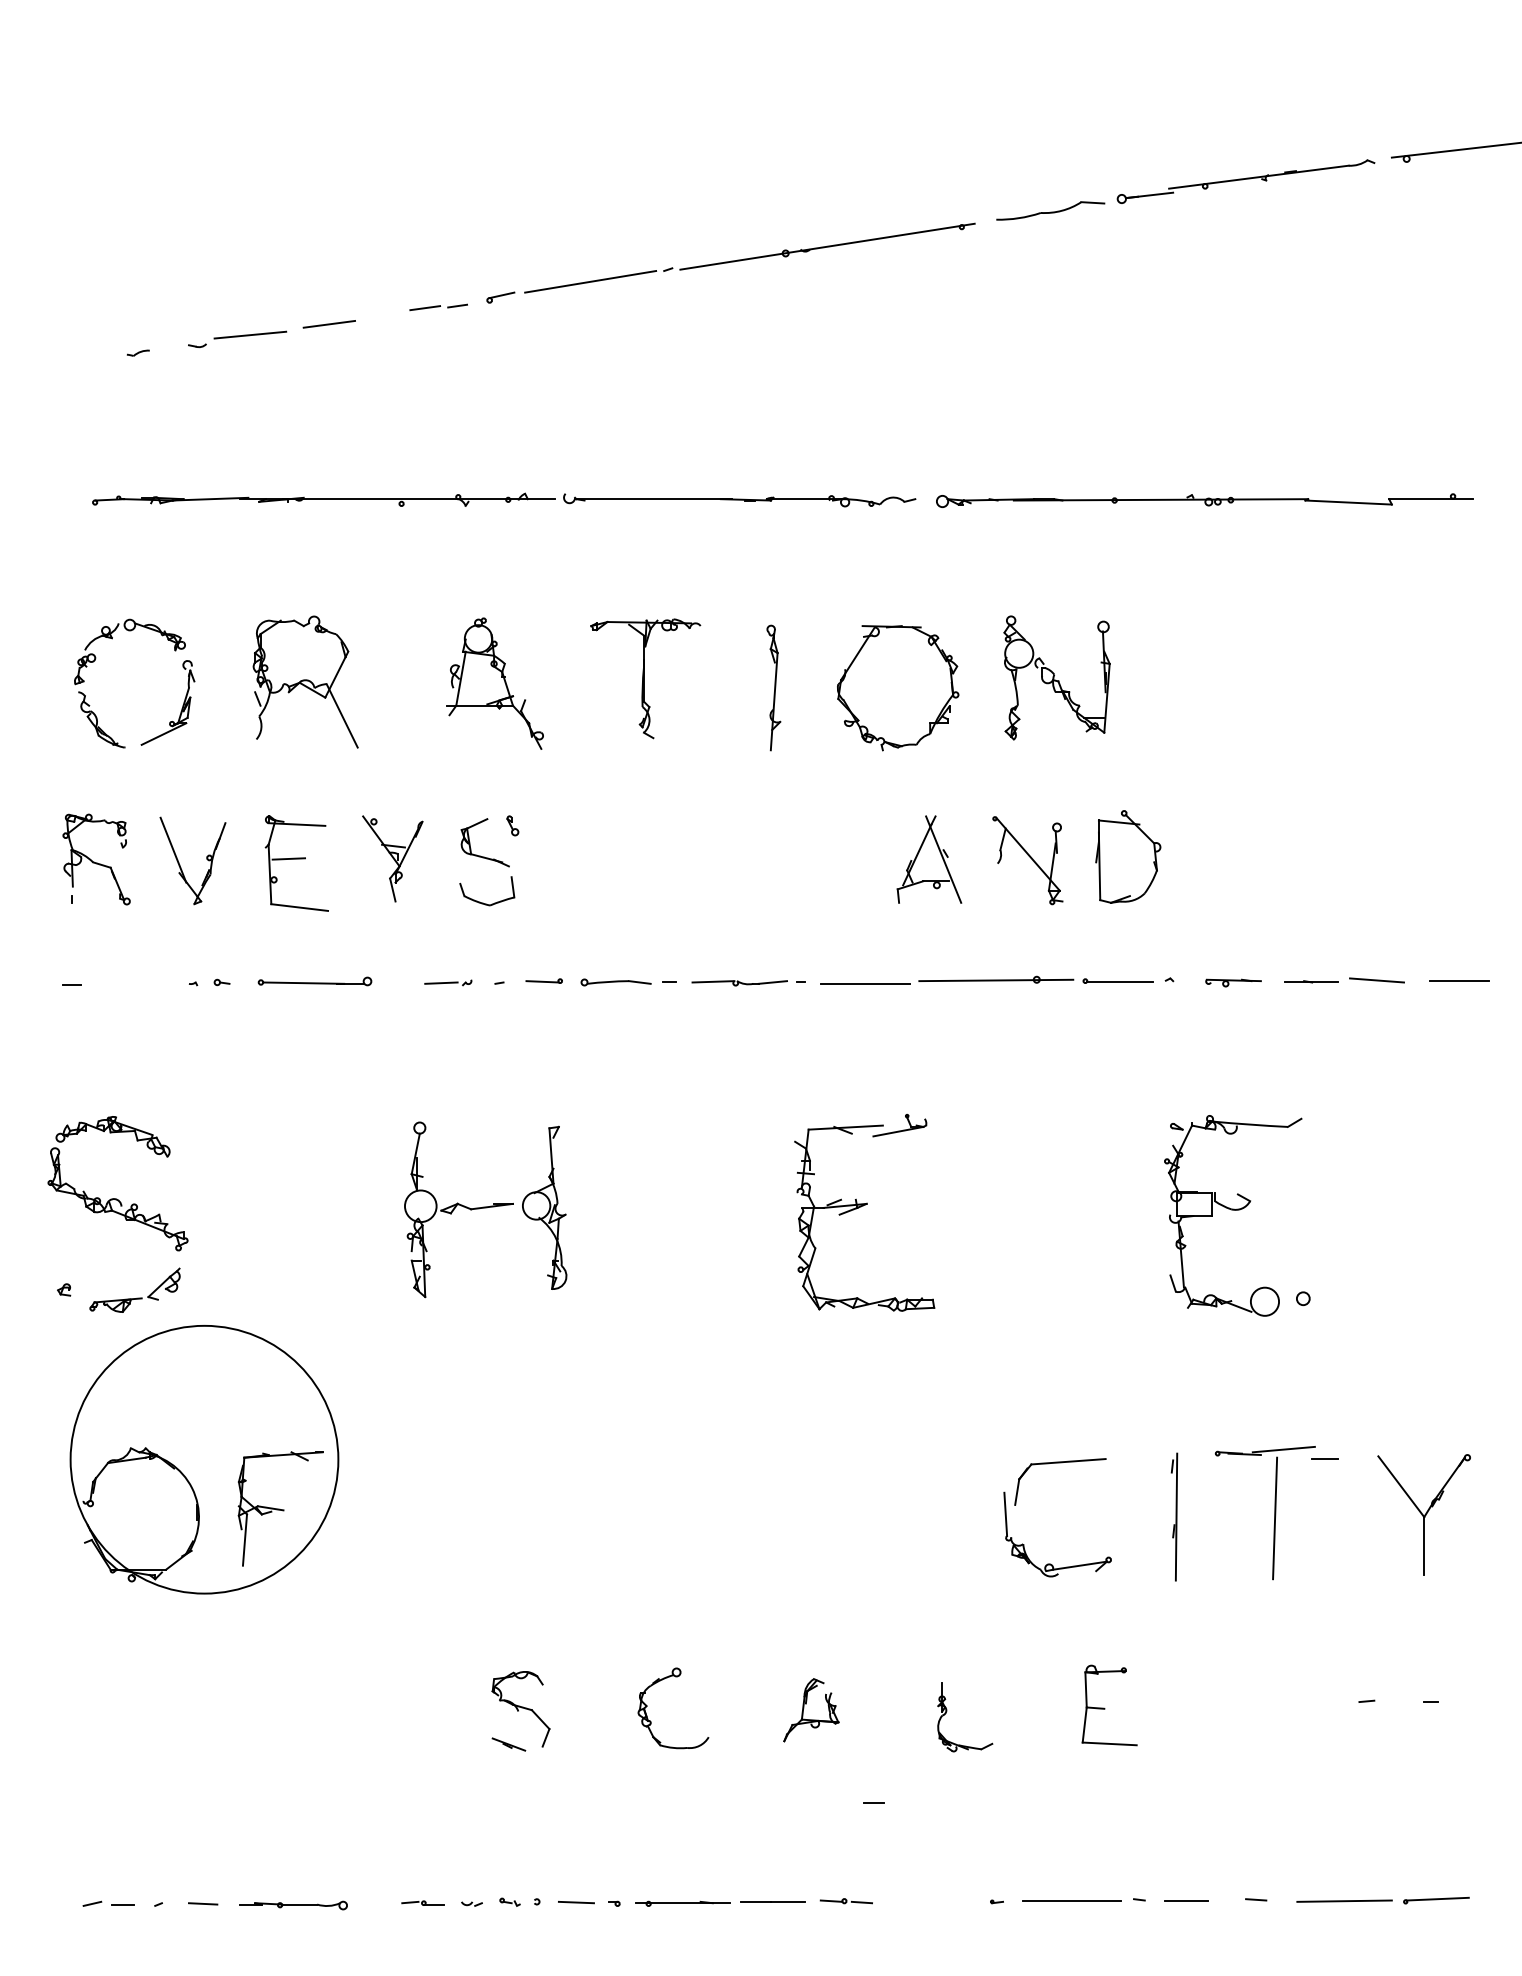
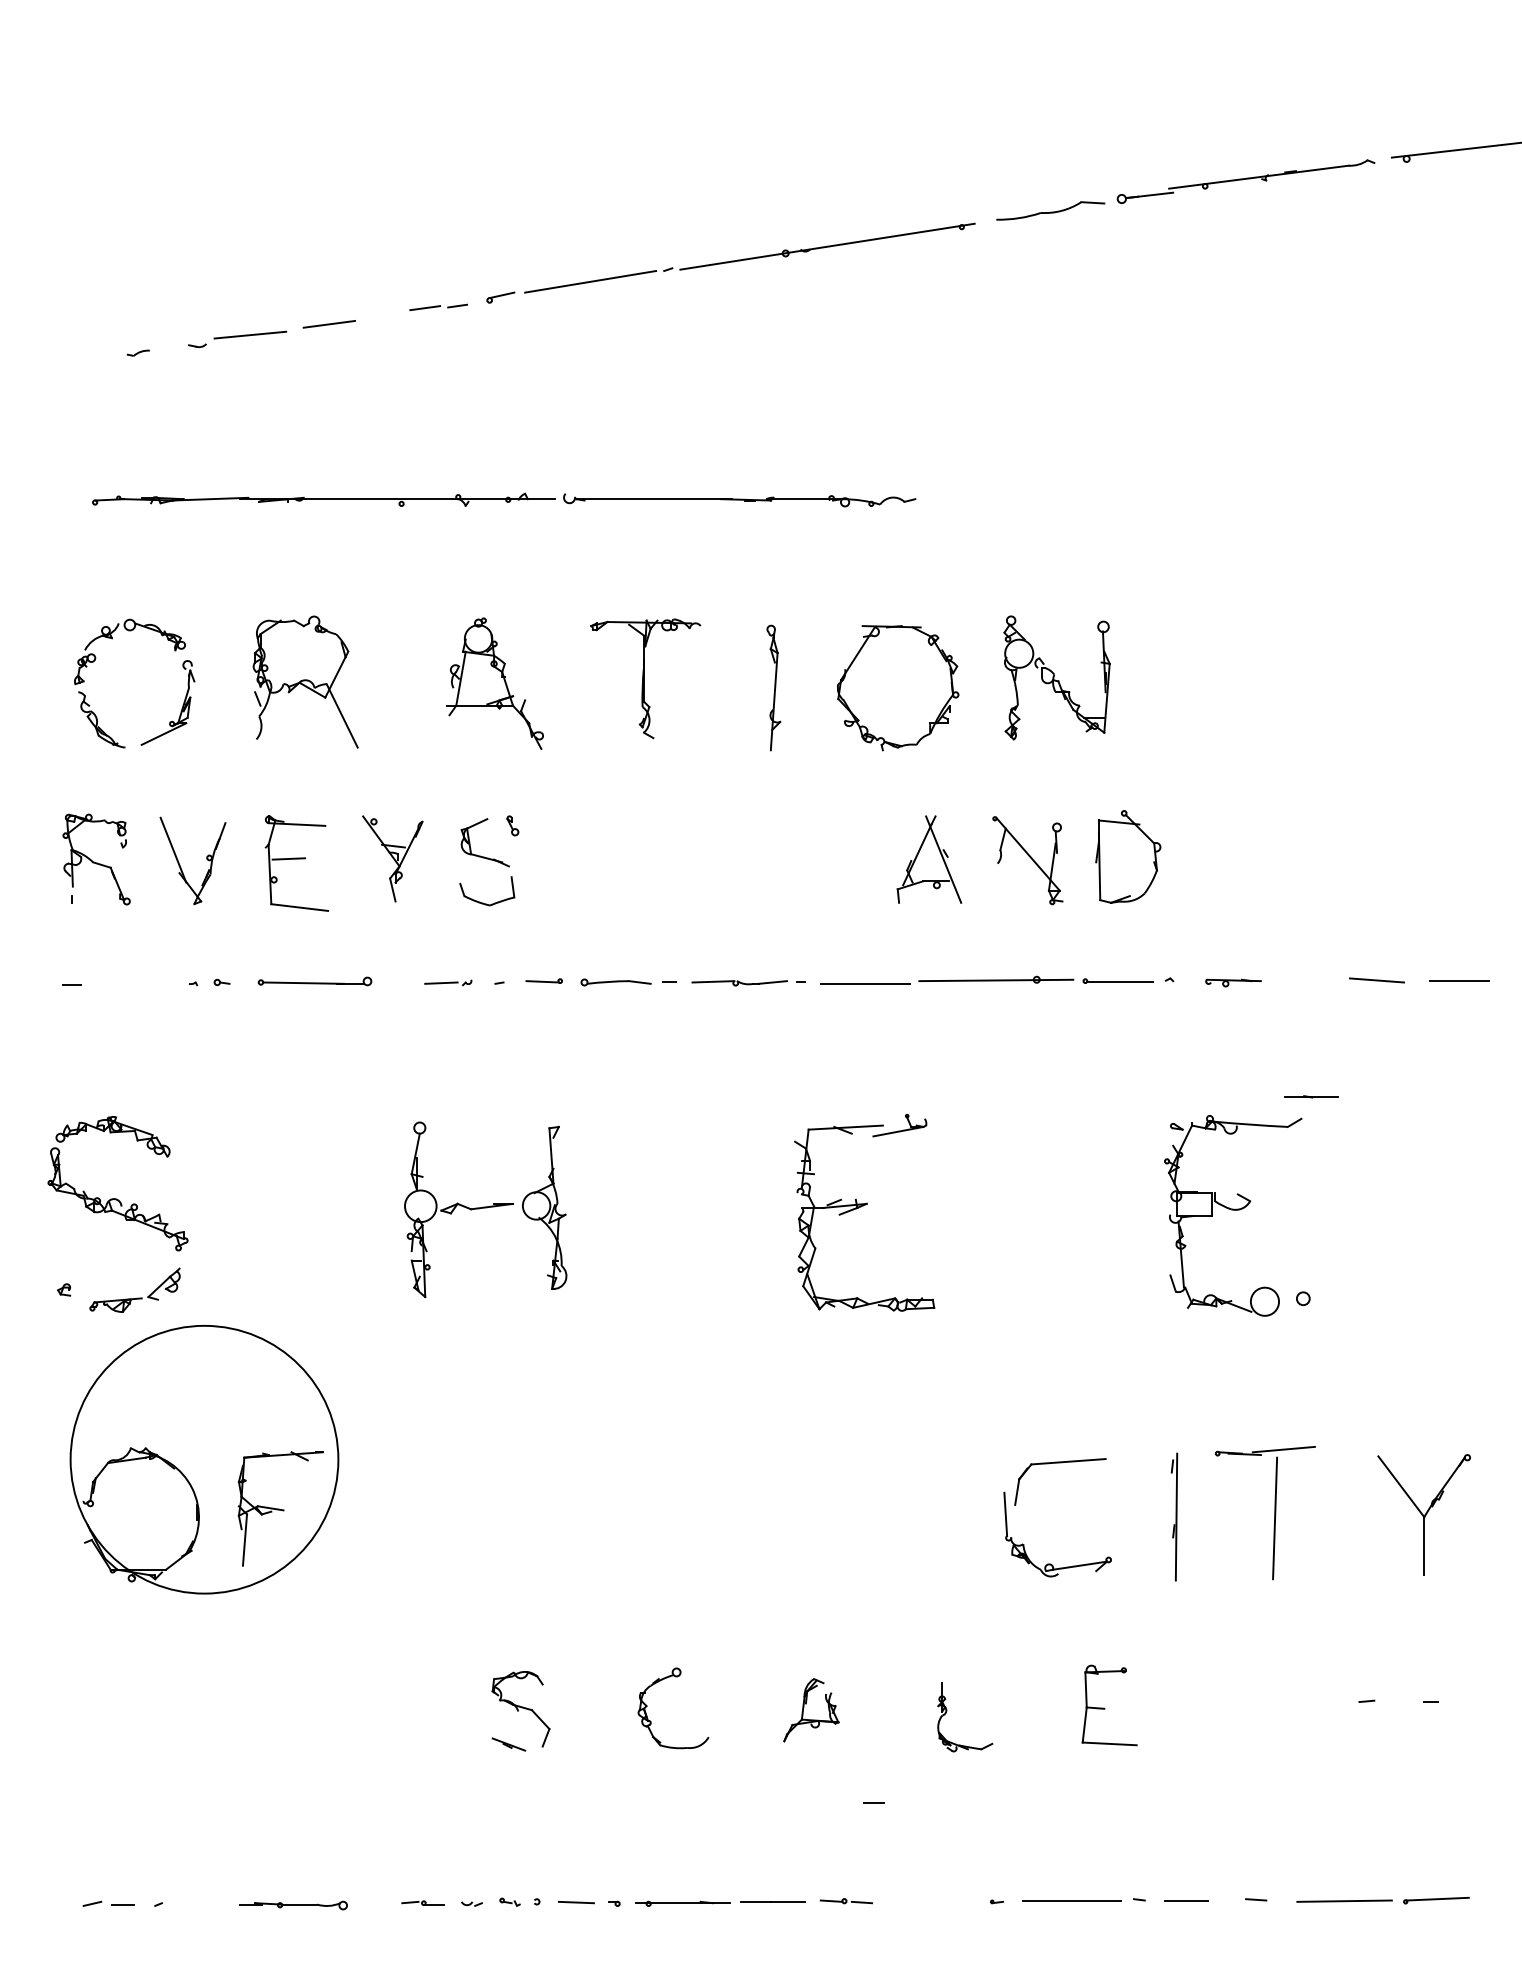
part at (1204, 500): present -> none
part at (1311, 981) position: (1311, 981) -> (1311, 1096)
line at (1324, 1459): present -> none
line at (202, 1903): present -> none
